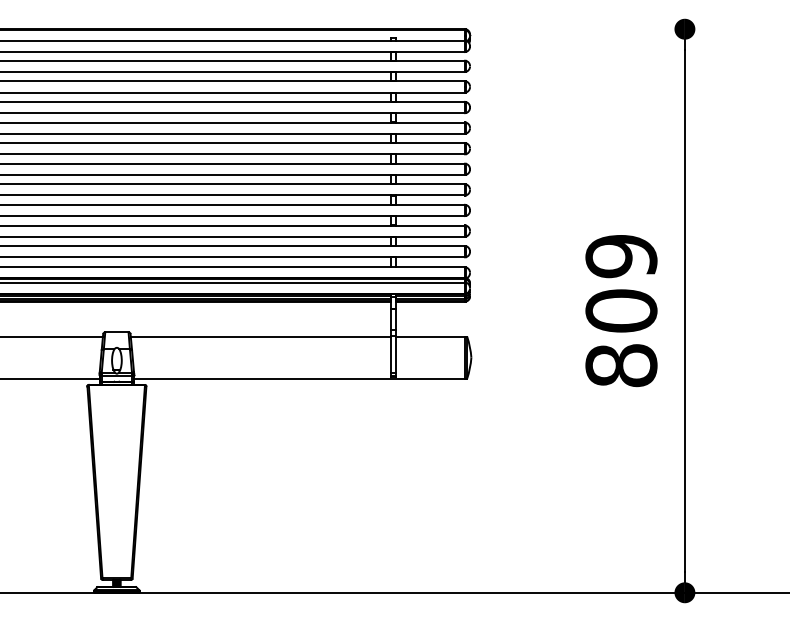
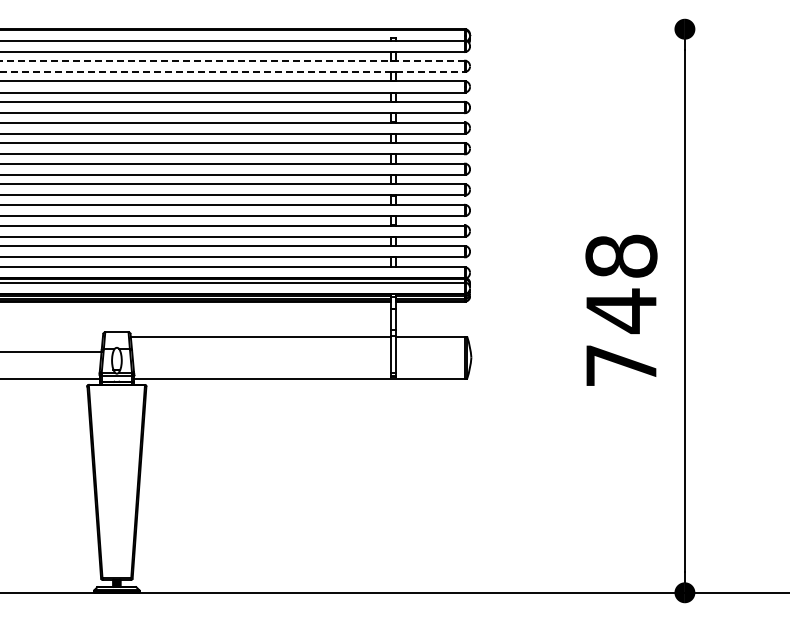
line at (232, 60): solid -> dashed
line at (233, 71): solid -> dashed
text at (621, 310): 809 -> 748
line at (52, 336) position: (52, 336) -> (52, 351)
